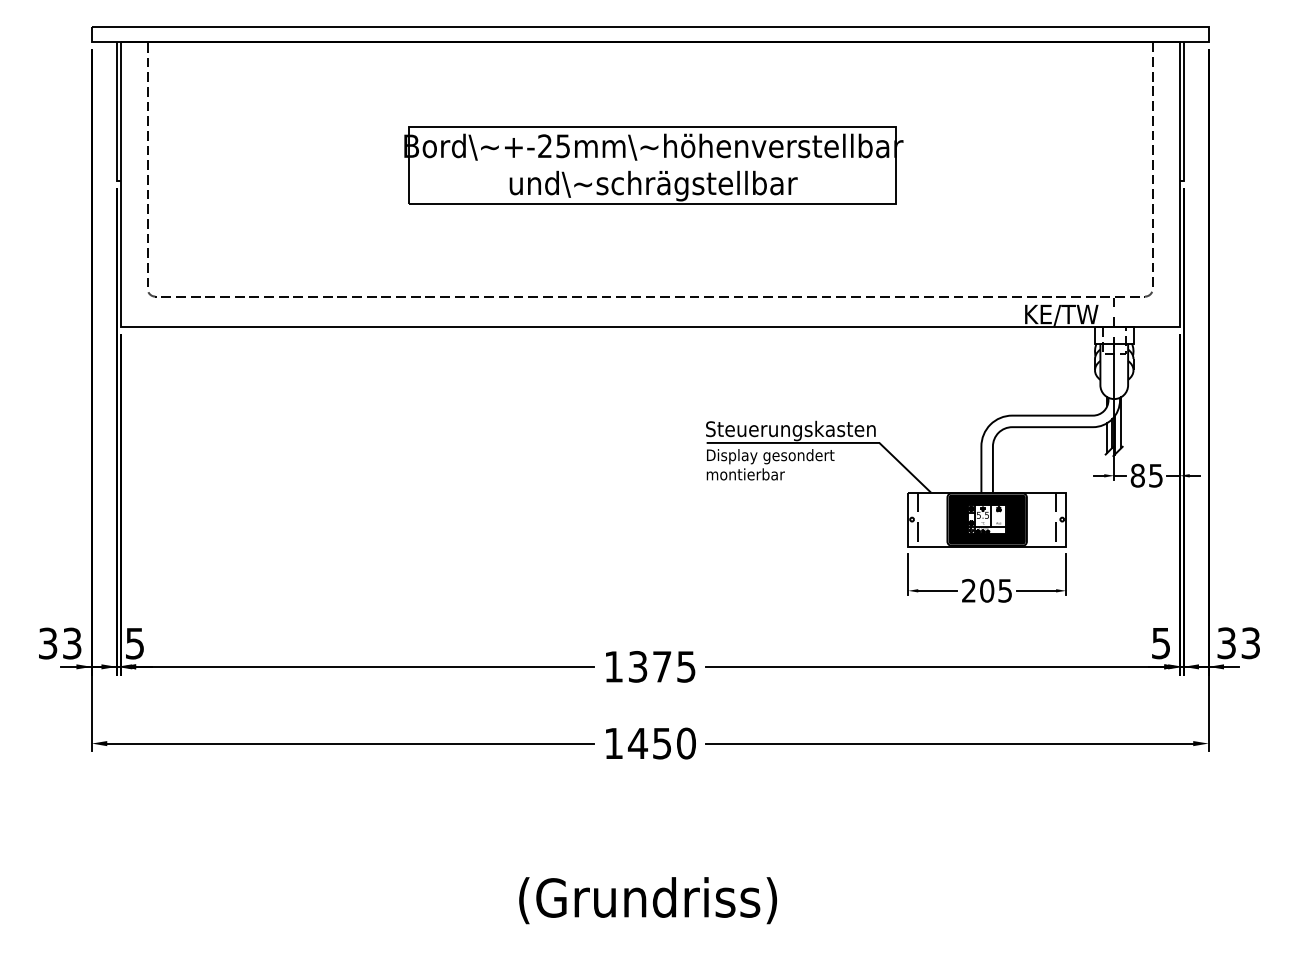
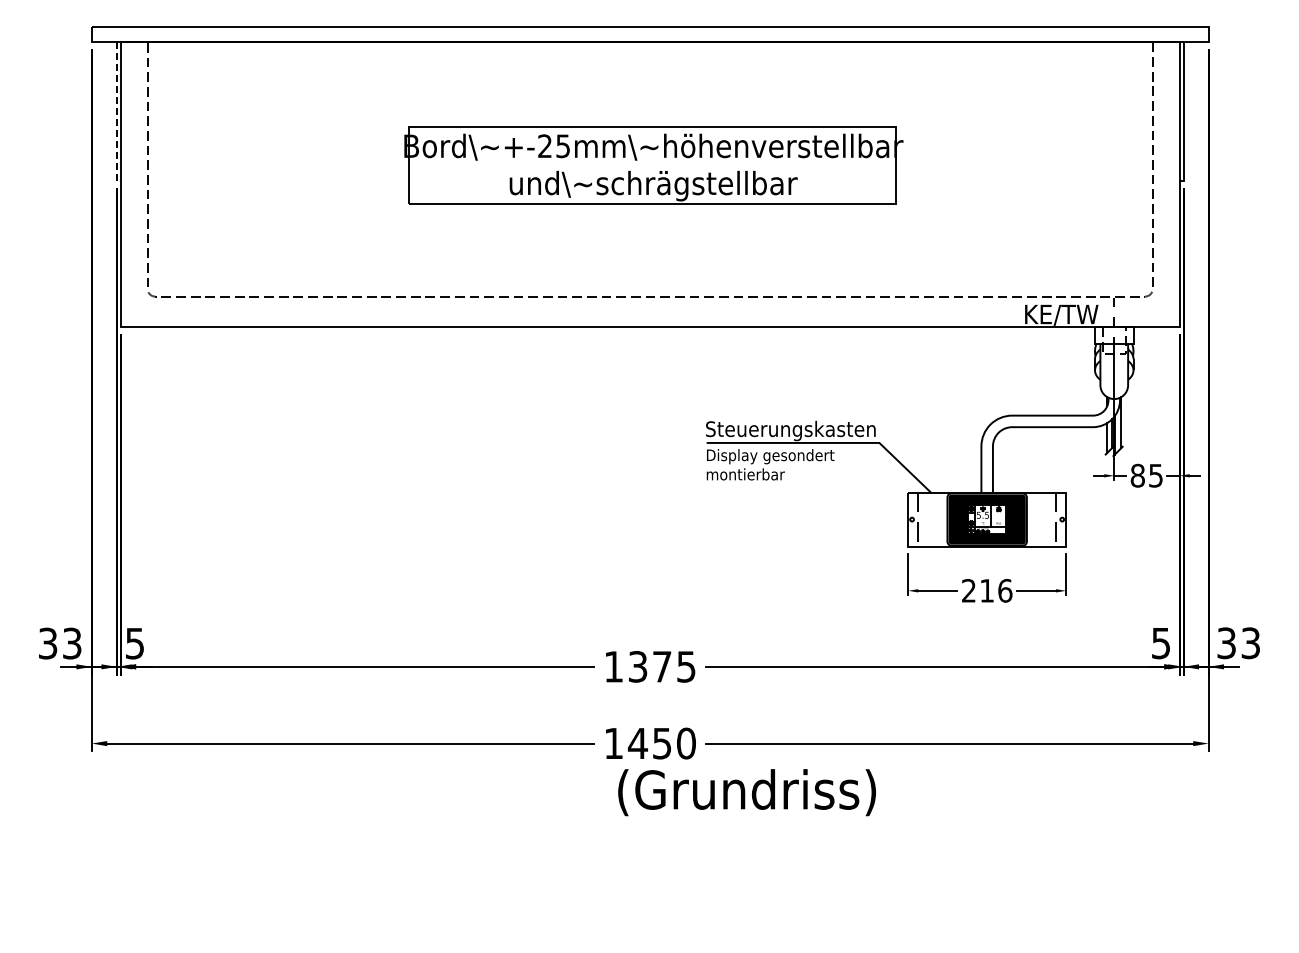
line at (116, 114): solid -> dashed
text at (996, 590): 205 -> 216
text at (647, 900) position: (647, 900) -> (746, 792)
